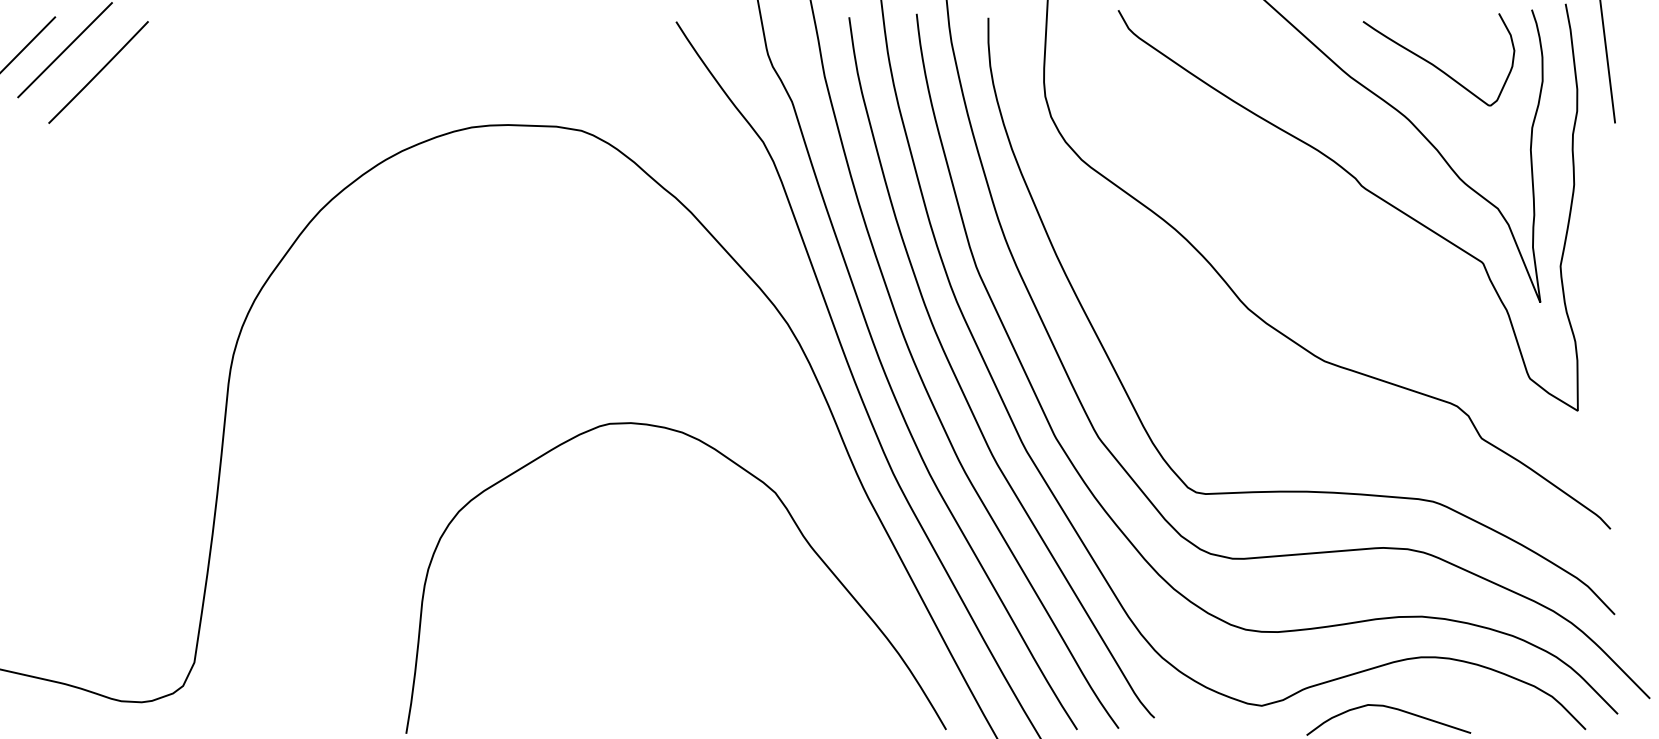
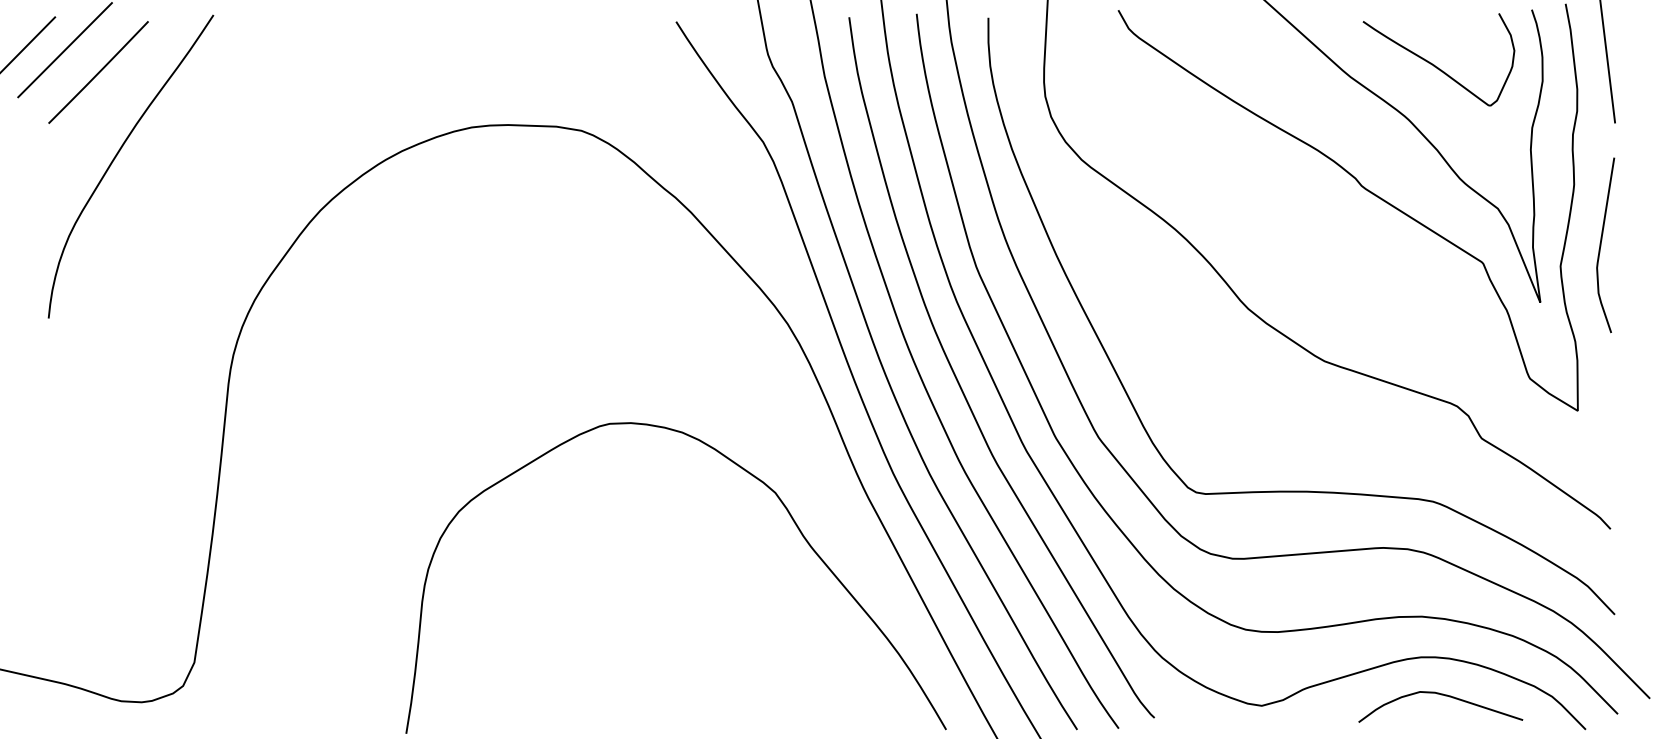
curve at (116, 157): none -> present
curve at (1601, 245): none -> present
curve at (1389, 708) position: (1389, 708) -> (1441, 695)
